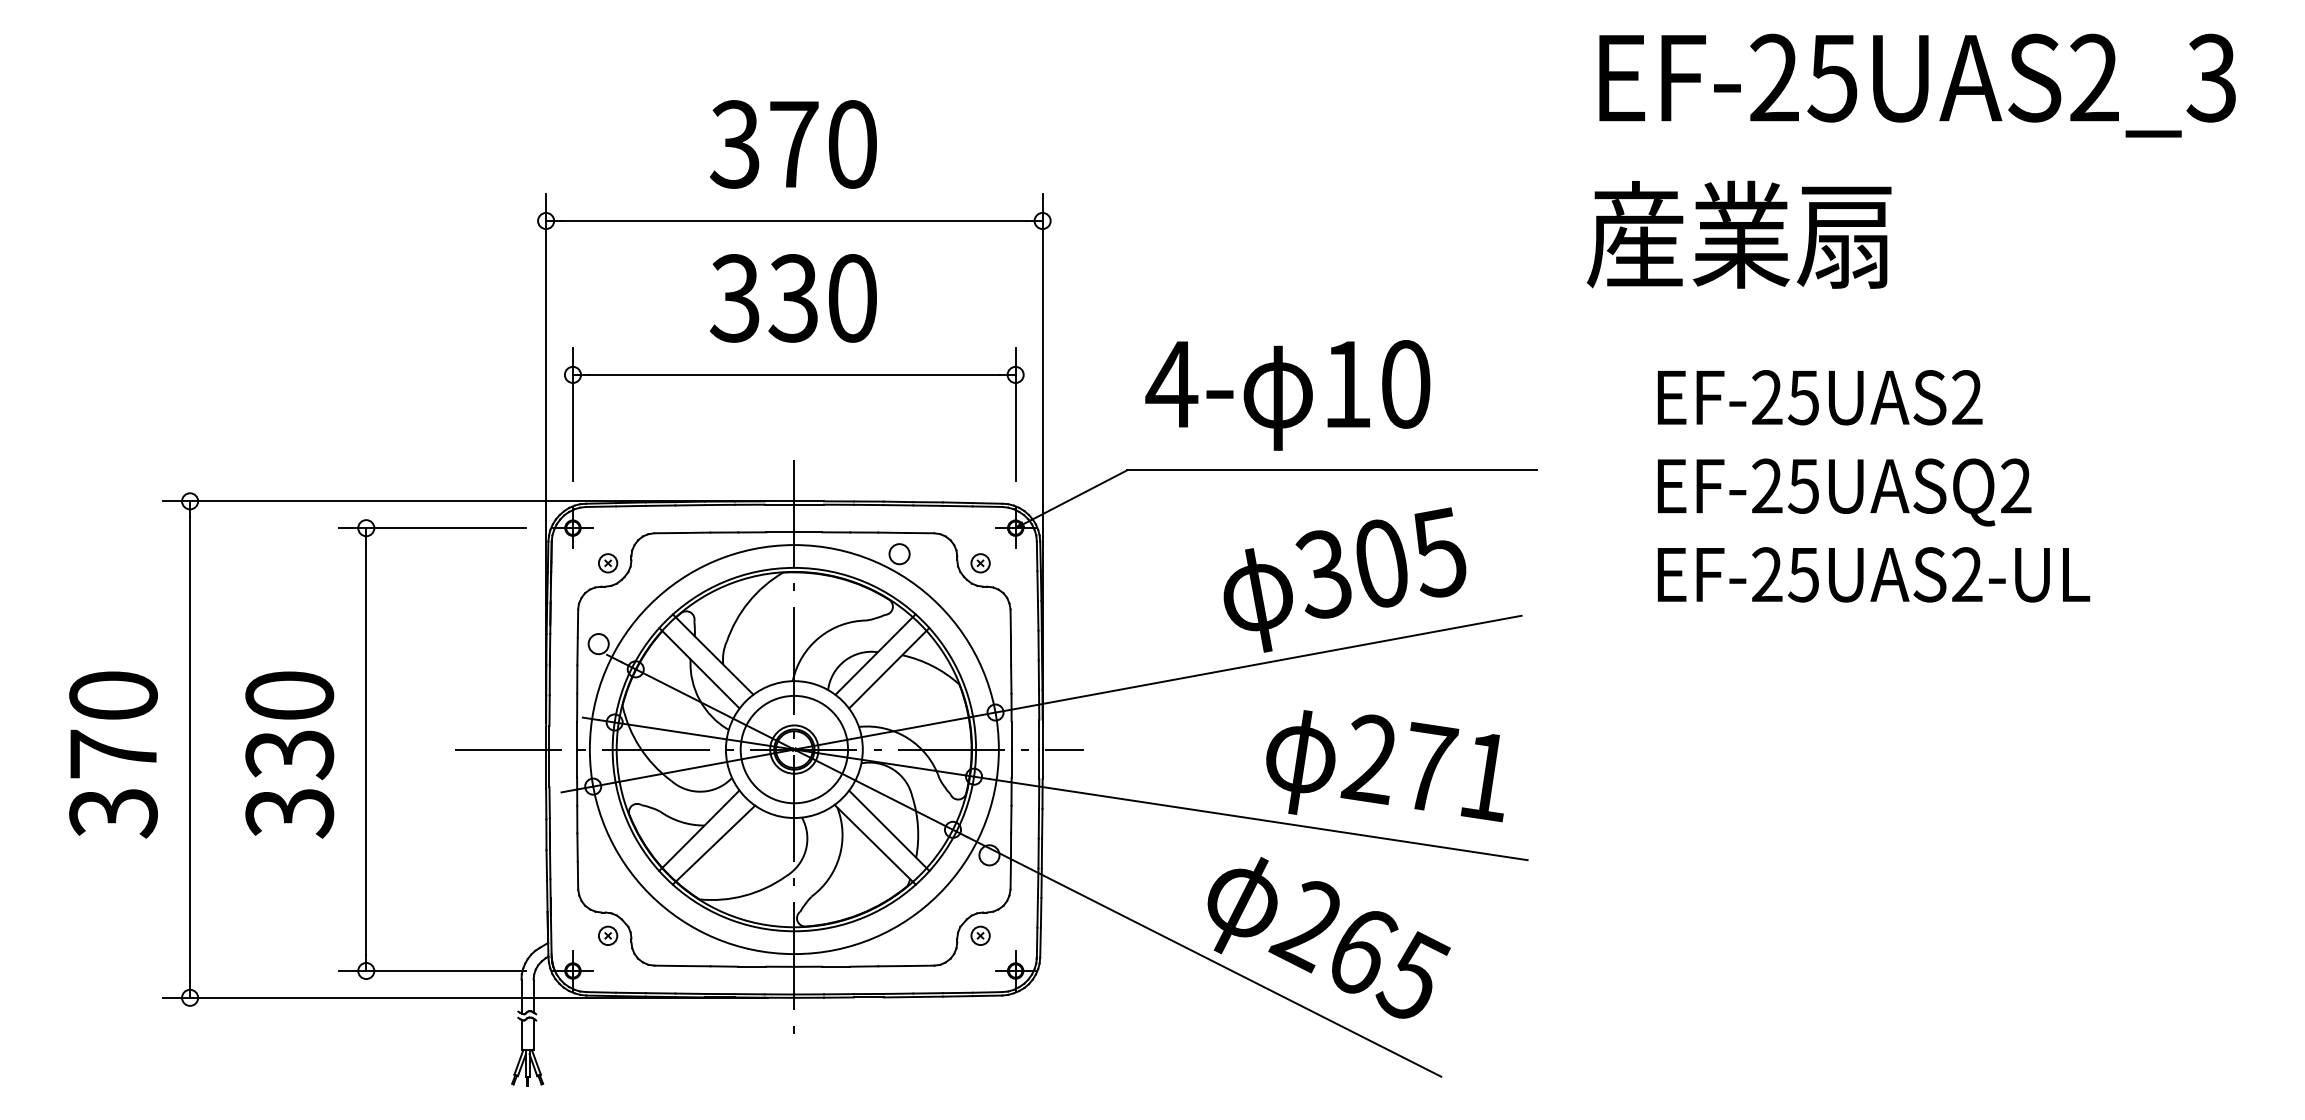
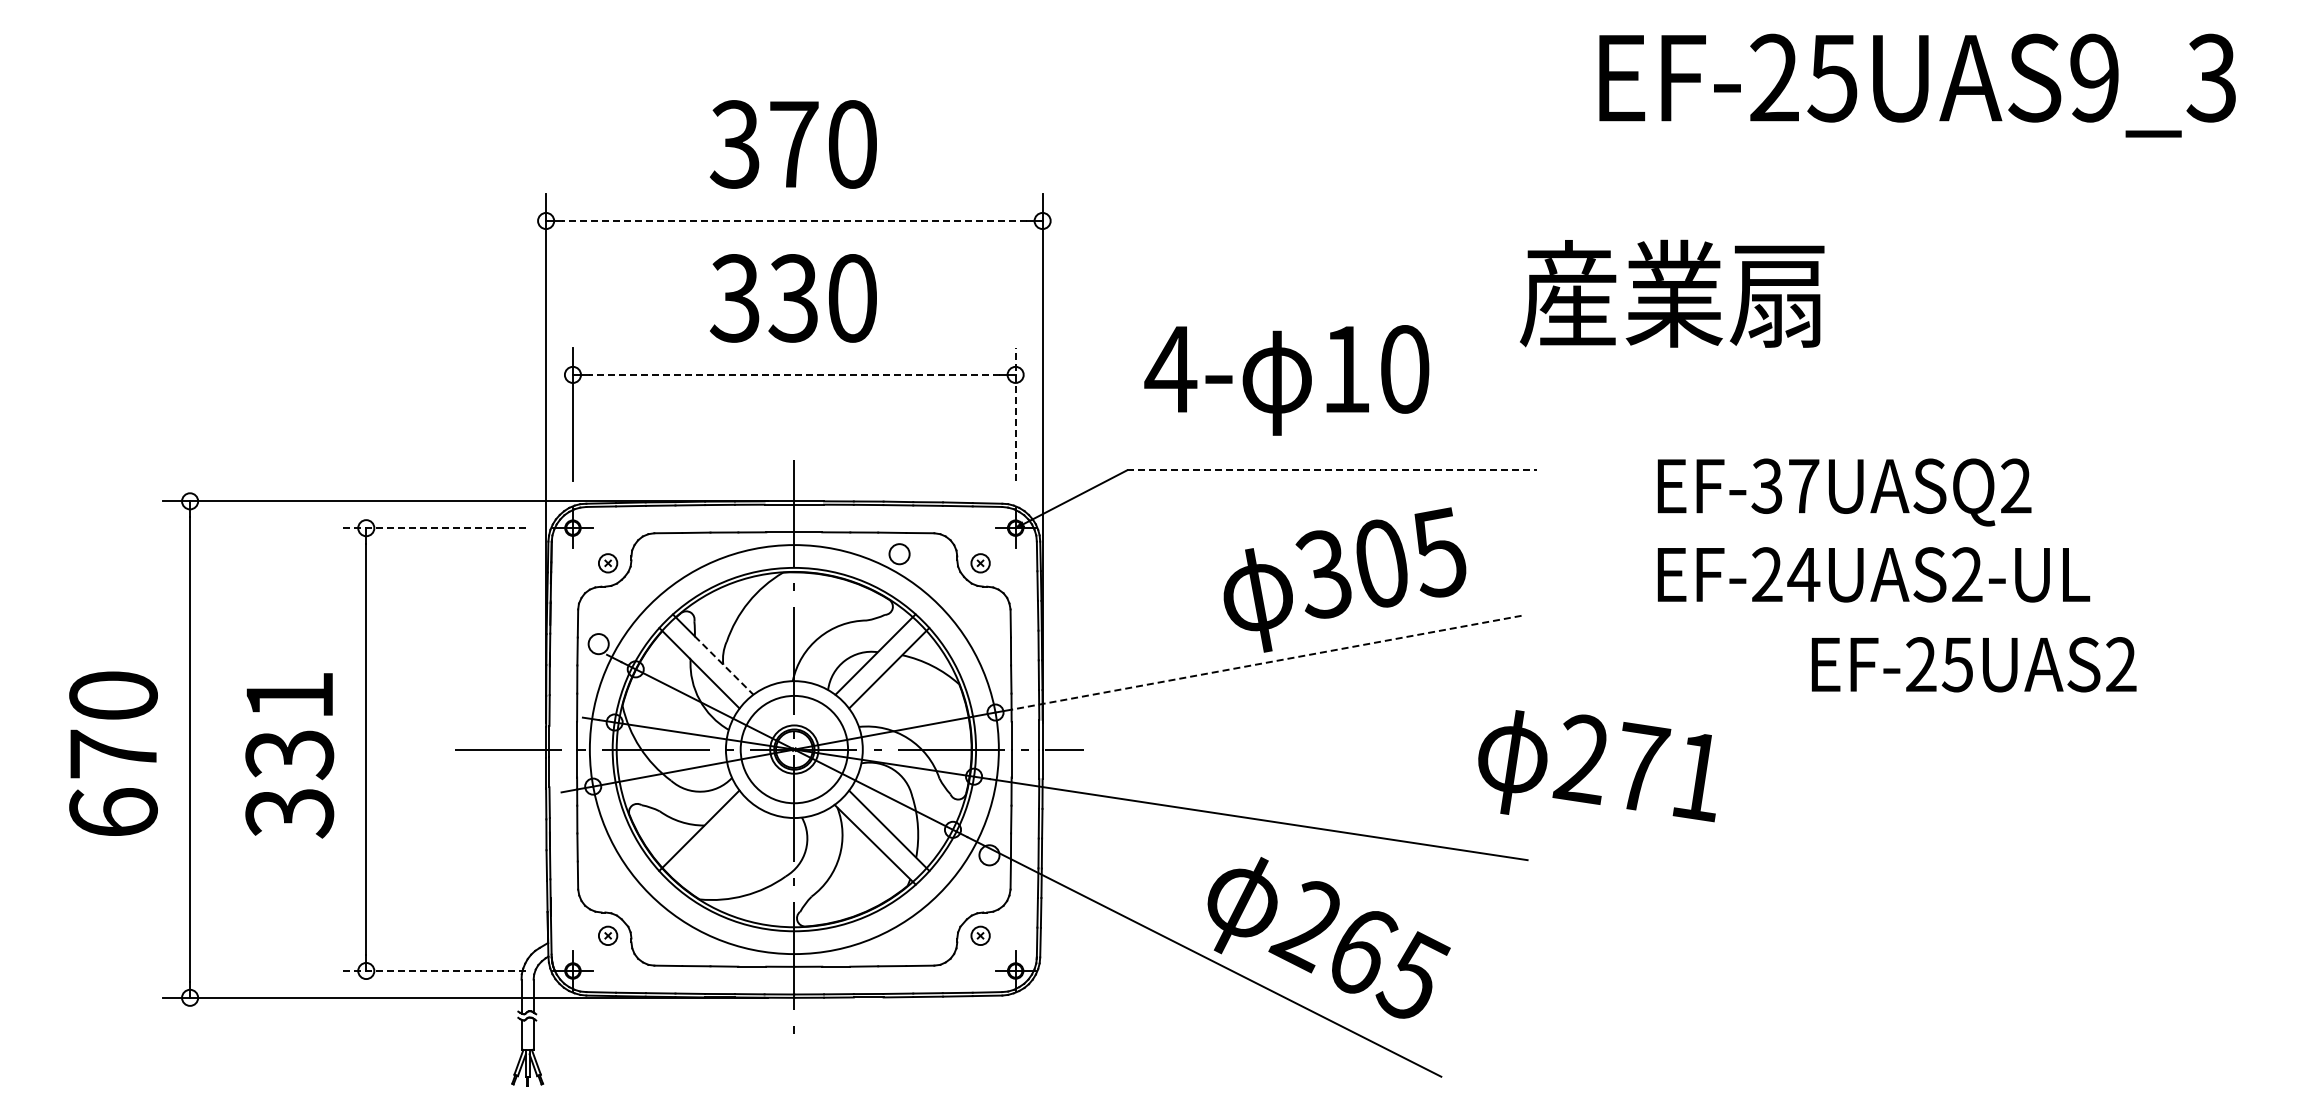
text at (2094, 78): EF-25UAS2_3 -> EF-25UAS9_3
line at (793, 221): solid -> dashed
text at (1739, 234) position: (1739, 234) -> (1672, 293)
line at (793, 374): solid -> dashed
text at (1287, 395) position: (1287, 395) -> (1286, 380)
text at (1819, 397) position: (1819, 397) -> (1973, 664)
line at (1015, 414): solid -> dashed
line at (1332, 470): solid -> dashed
text at (1785, 485): EF-25UASQ2 -> EF-37UASQ2
line at (432, 528): solid -> dashed
text at (1803, 575): EF-25UAS2-UL -> EF-24UAS2-UL
line at (1265, 662): solid -> dashed
line at (724, 665): solid -> dashed
text at (289, 695): 330 -> 331
text at (1384, 766) position: (1384, 766) -> (1596, 766)
text at (113, 813): 370 -> 670
line at (713, 844): present -> none
line at (432, 971): solid -> dashed
